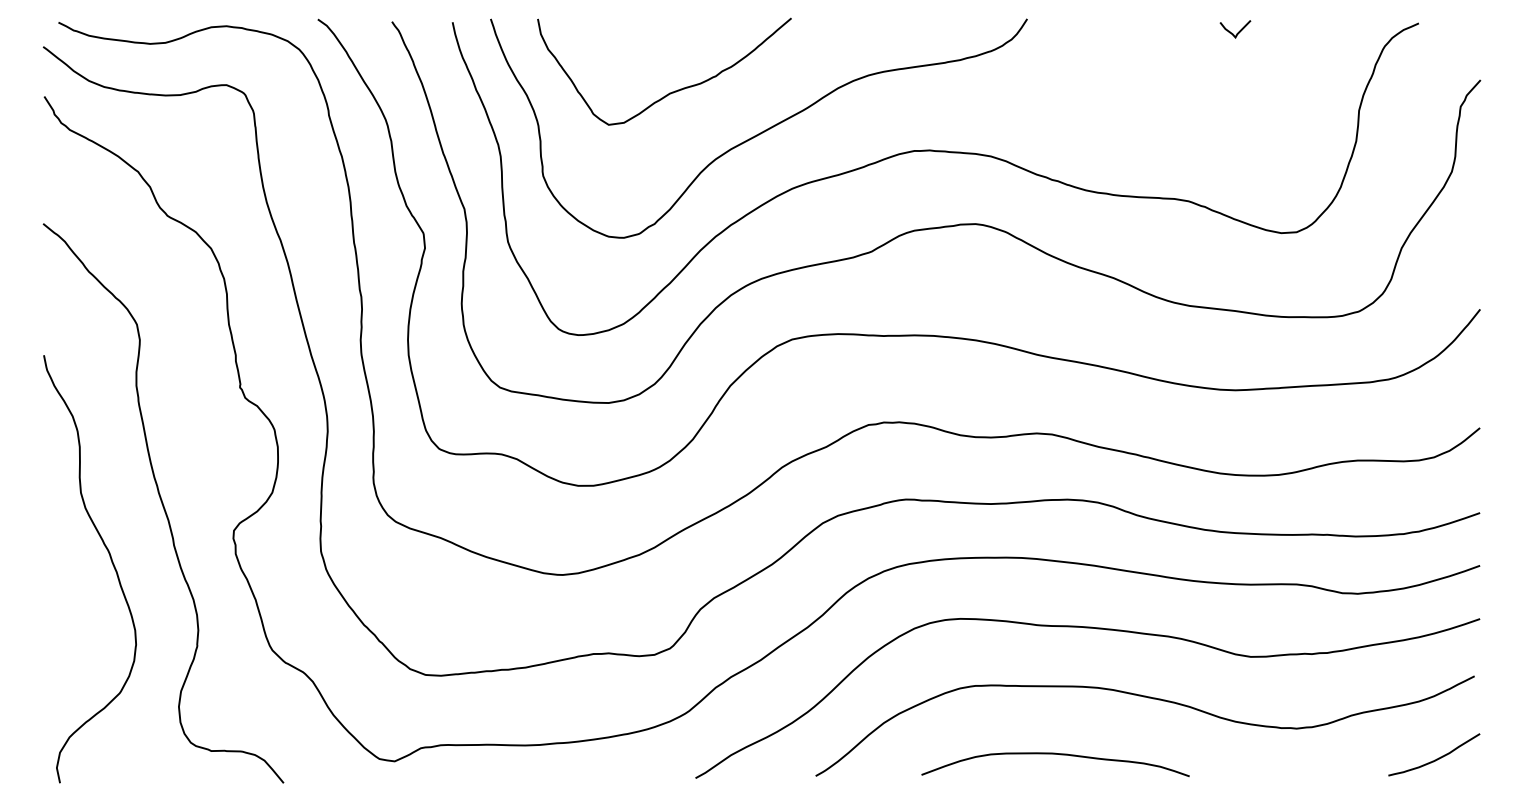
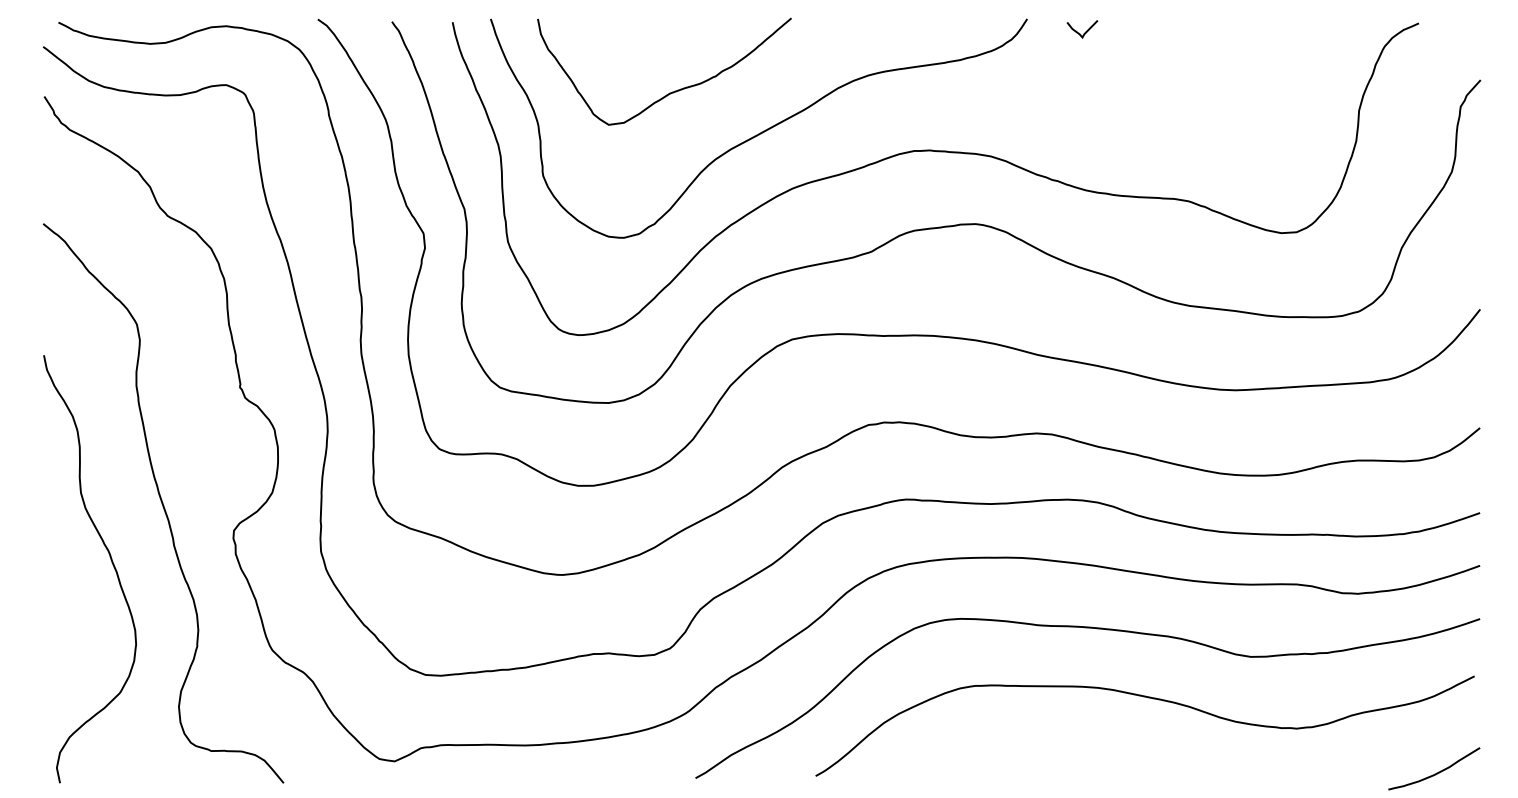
curve at (1238, 31) position: (1238, 31) -> (1085, 31)
curve at (1055, 754): present -> none
curve at (1436, 758) position: (1436, 758) -> (1436, 772)
